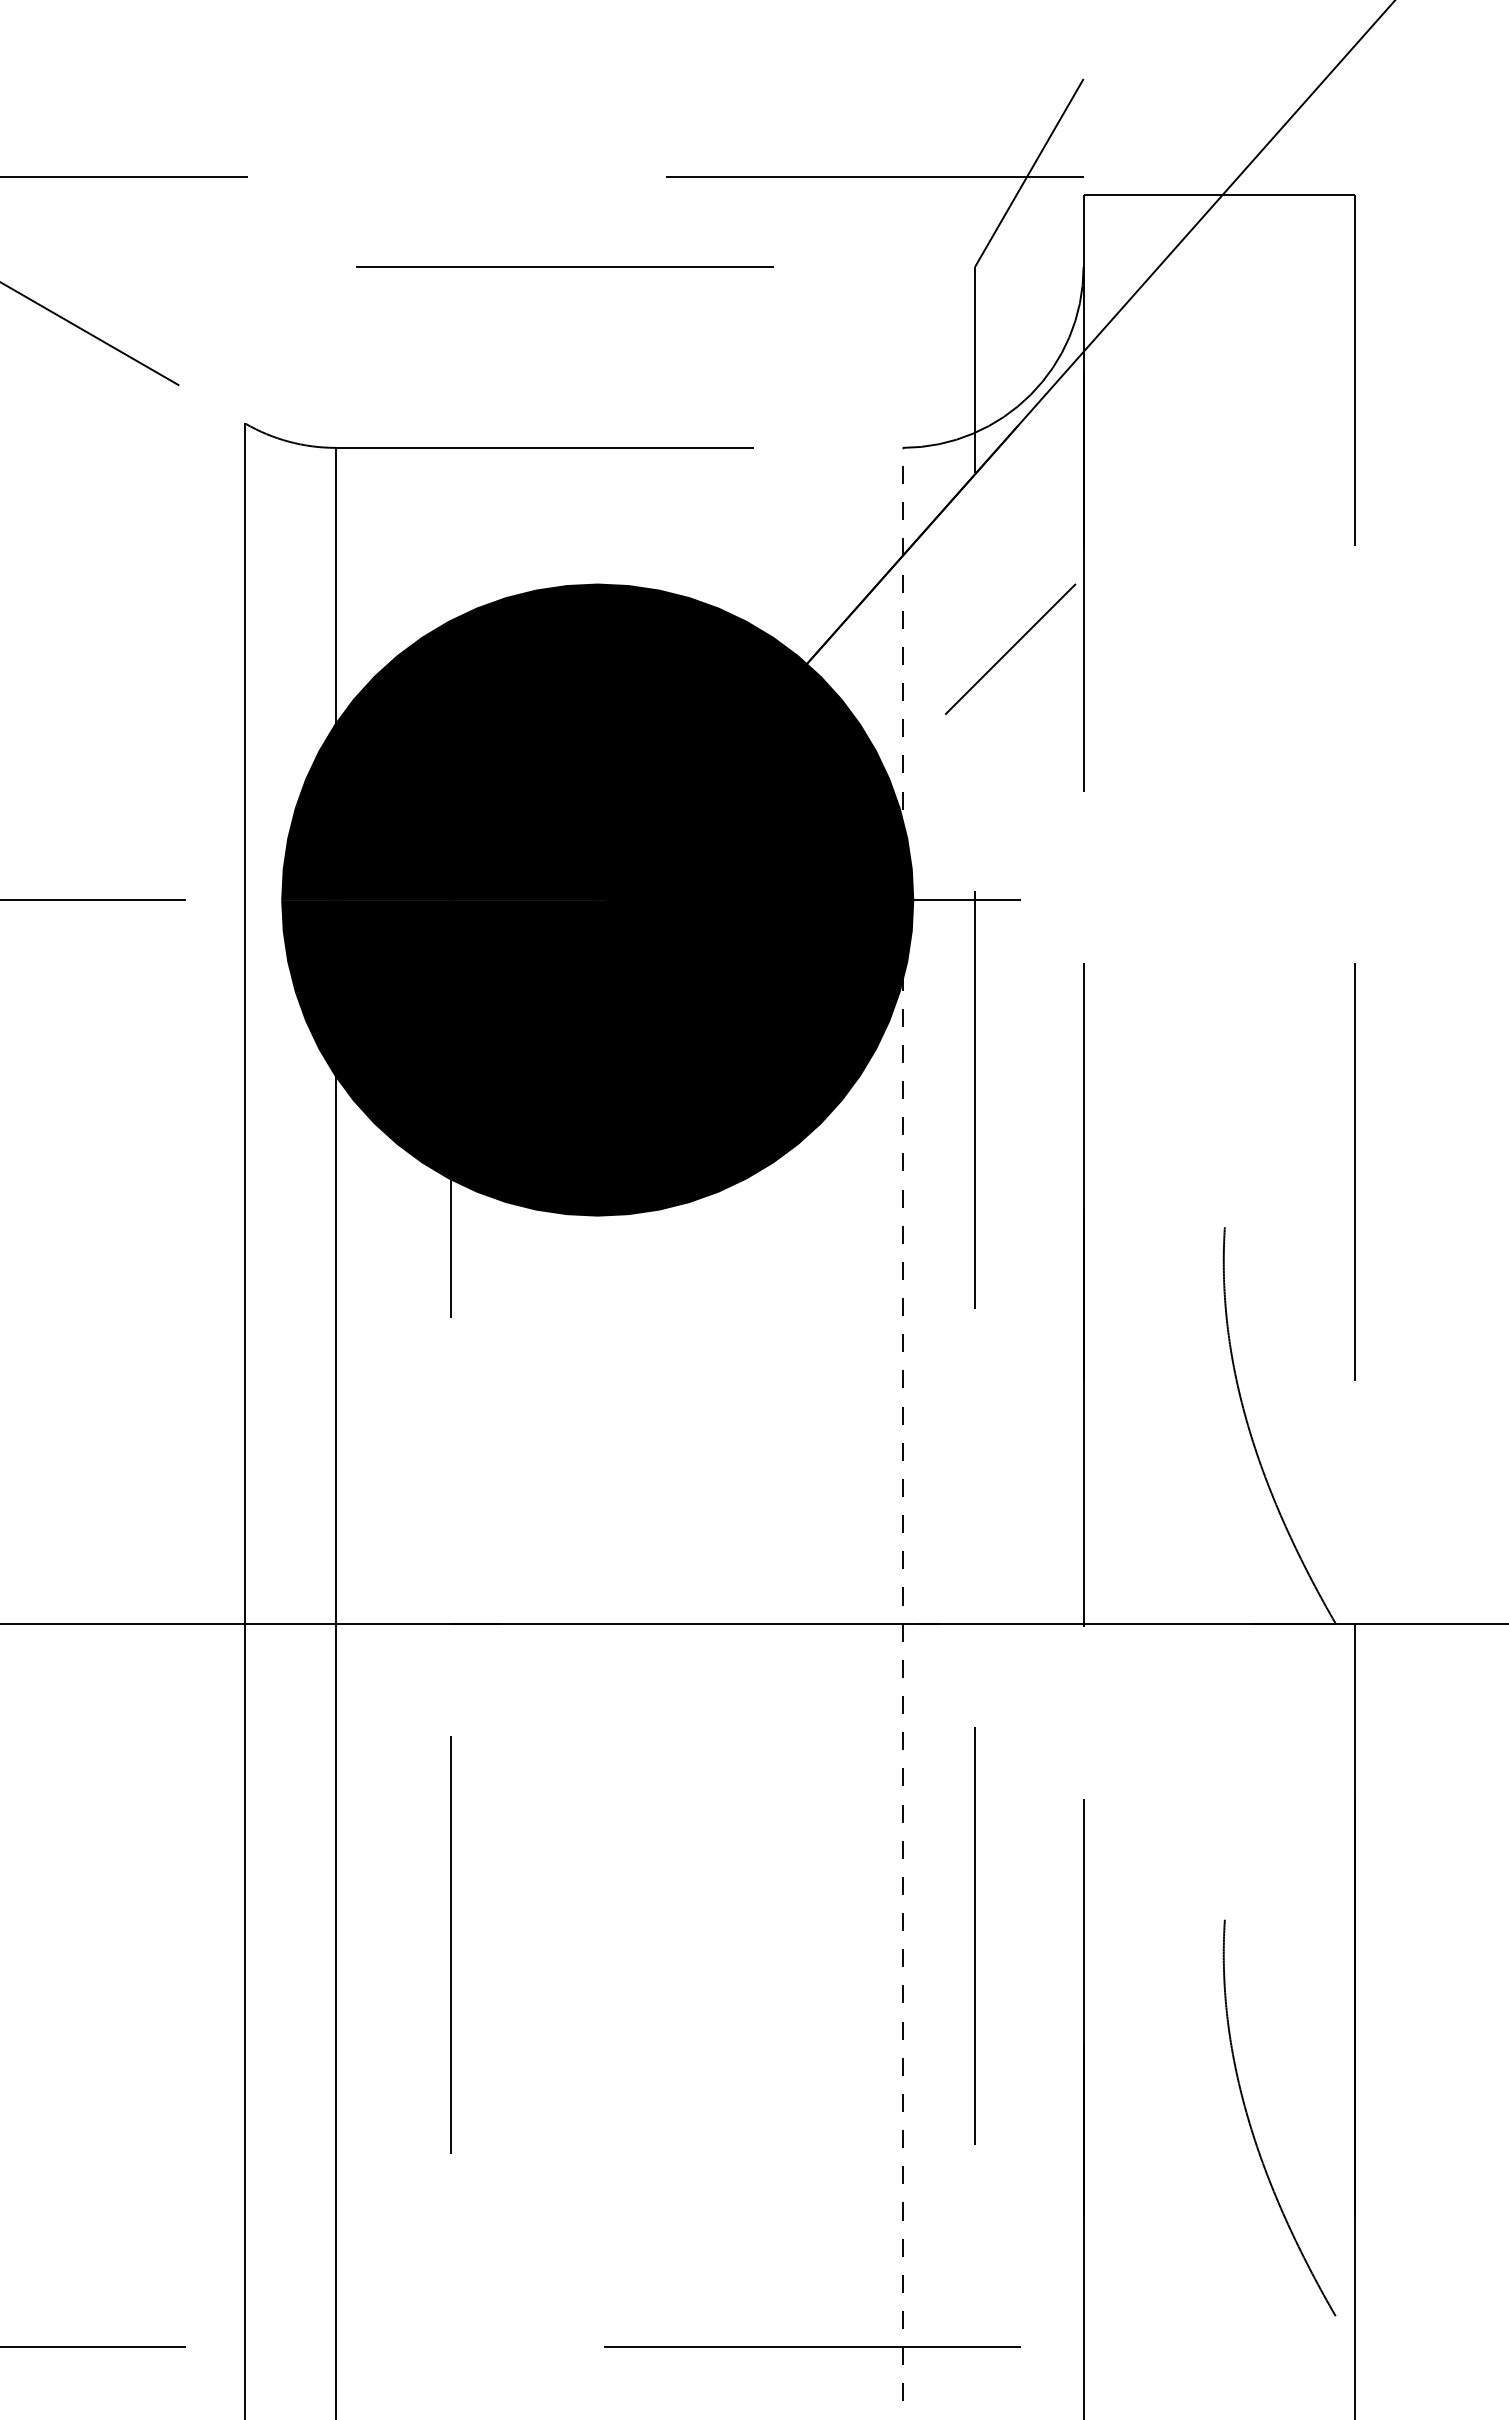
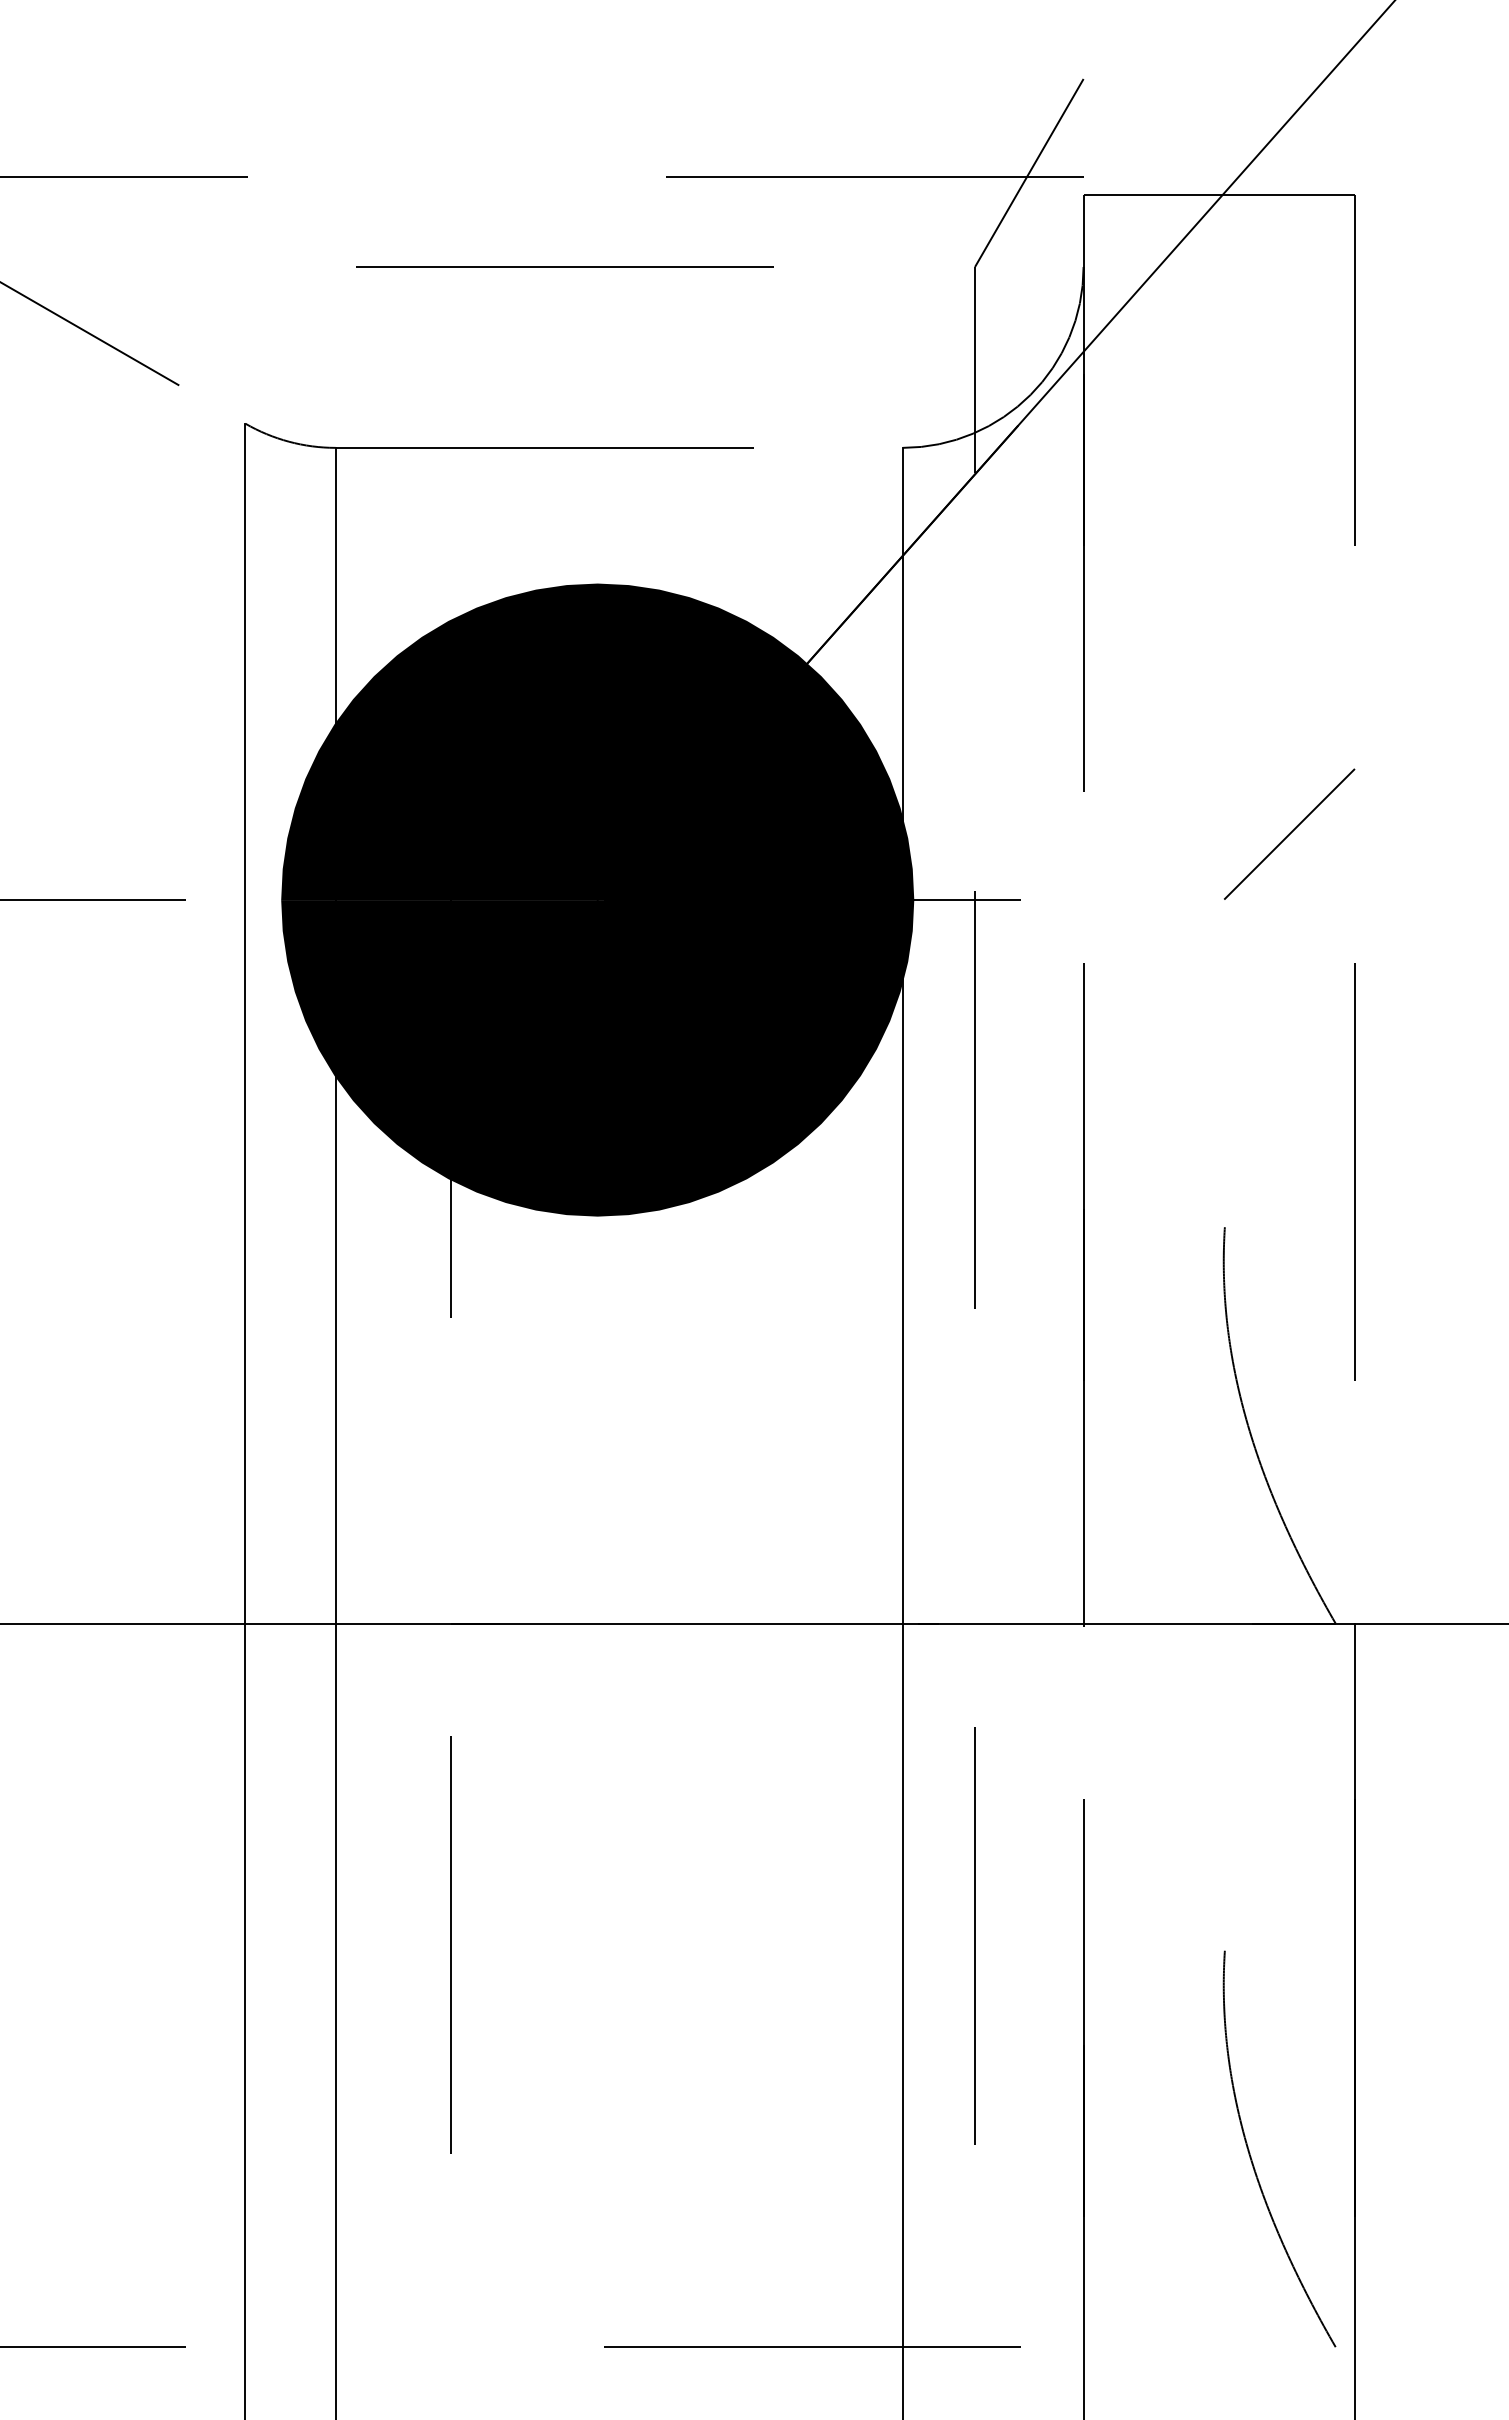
line at (1010, 648) position: (1010, 648) -> (1289, 833)
line at (902, 1433): dashed -> solid
curve at (1251, 2125) position: (1251, 2125) -> (1251, 2156)
